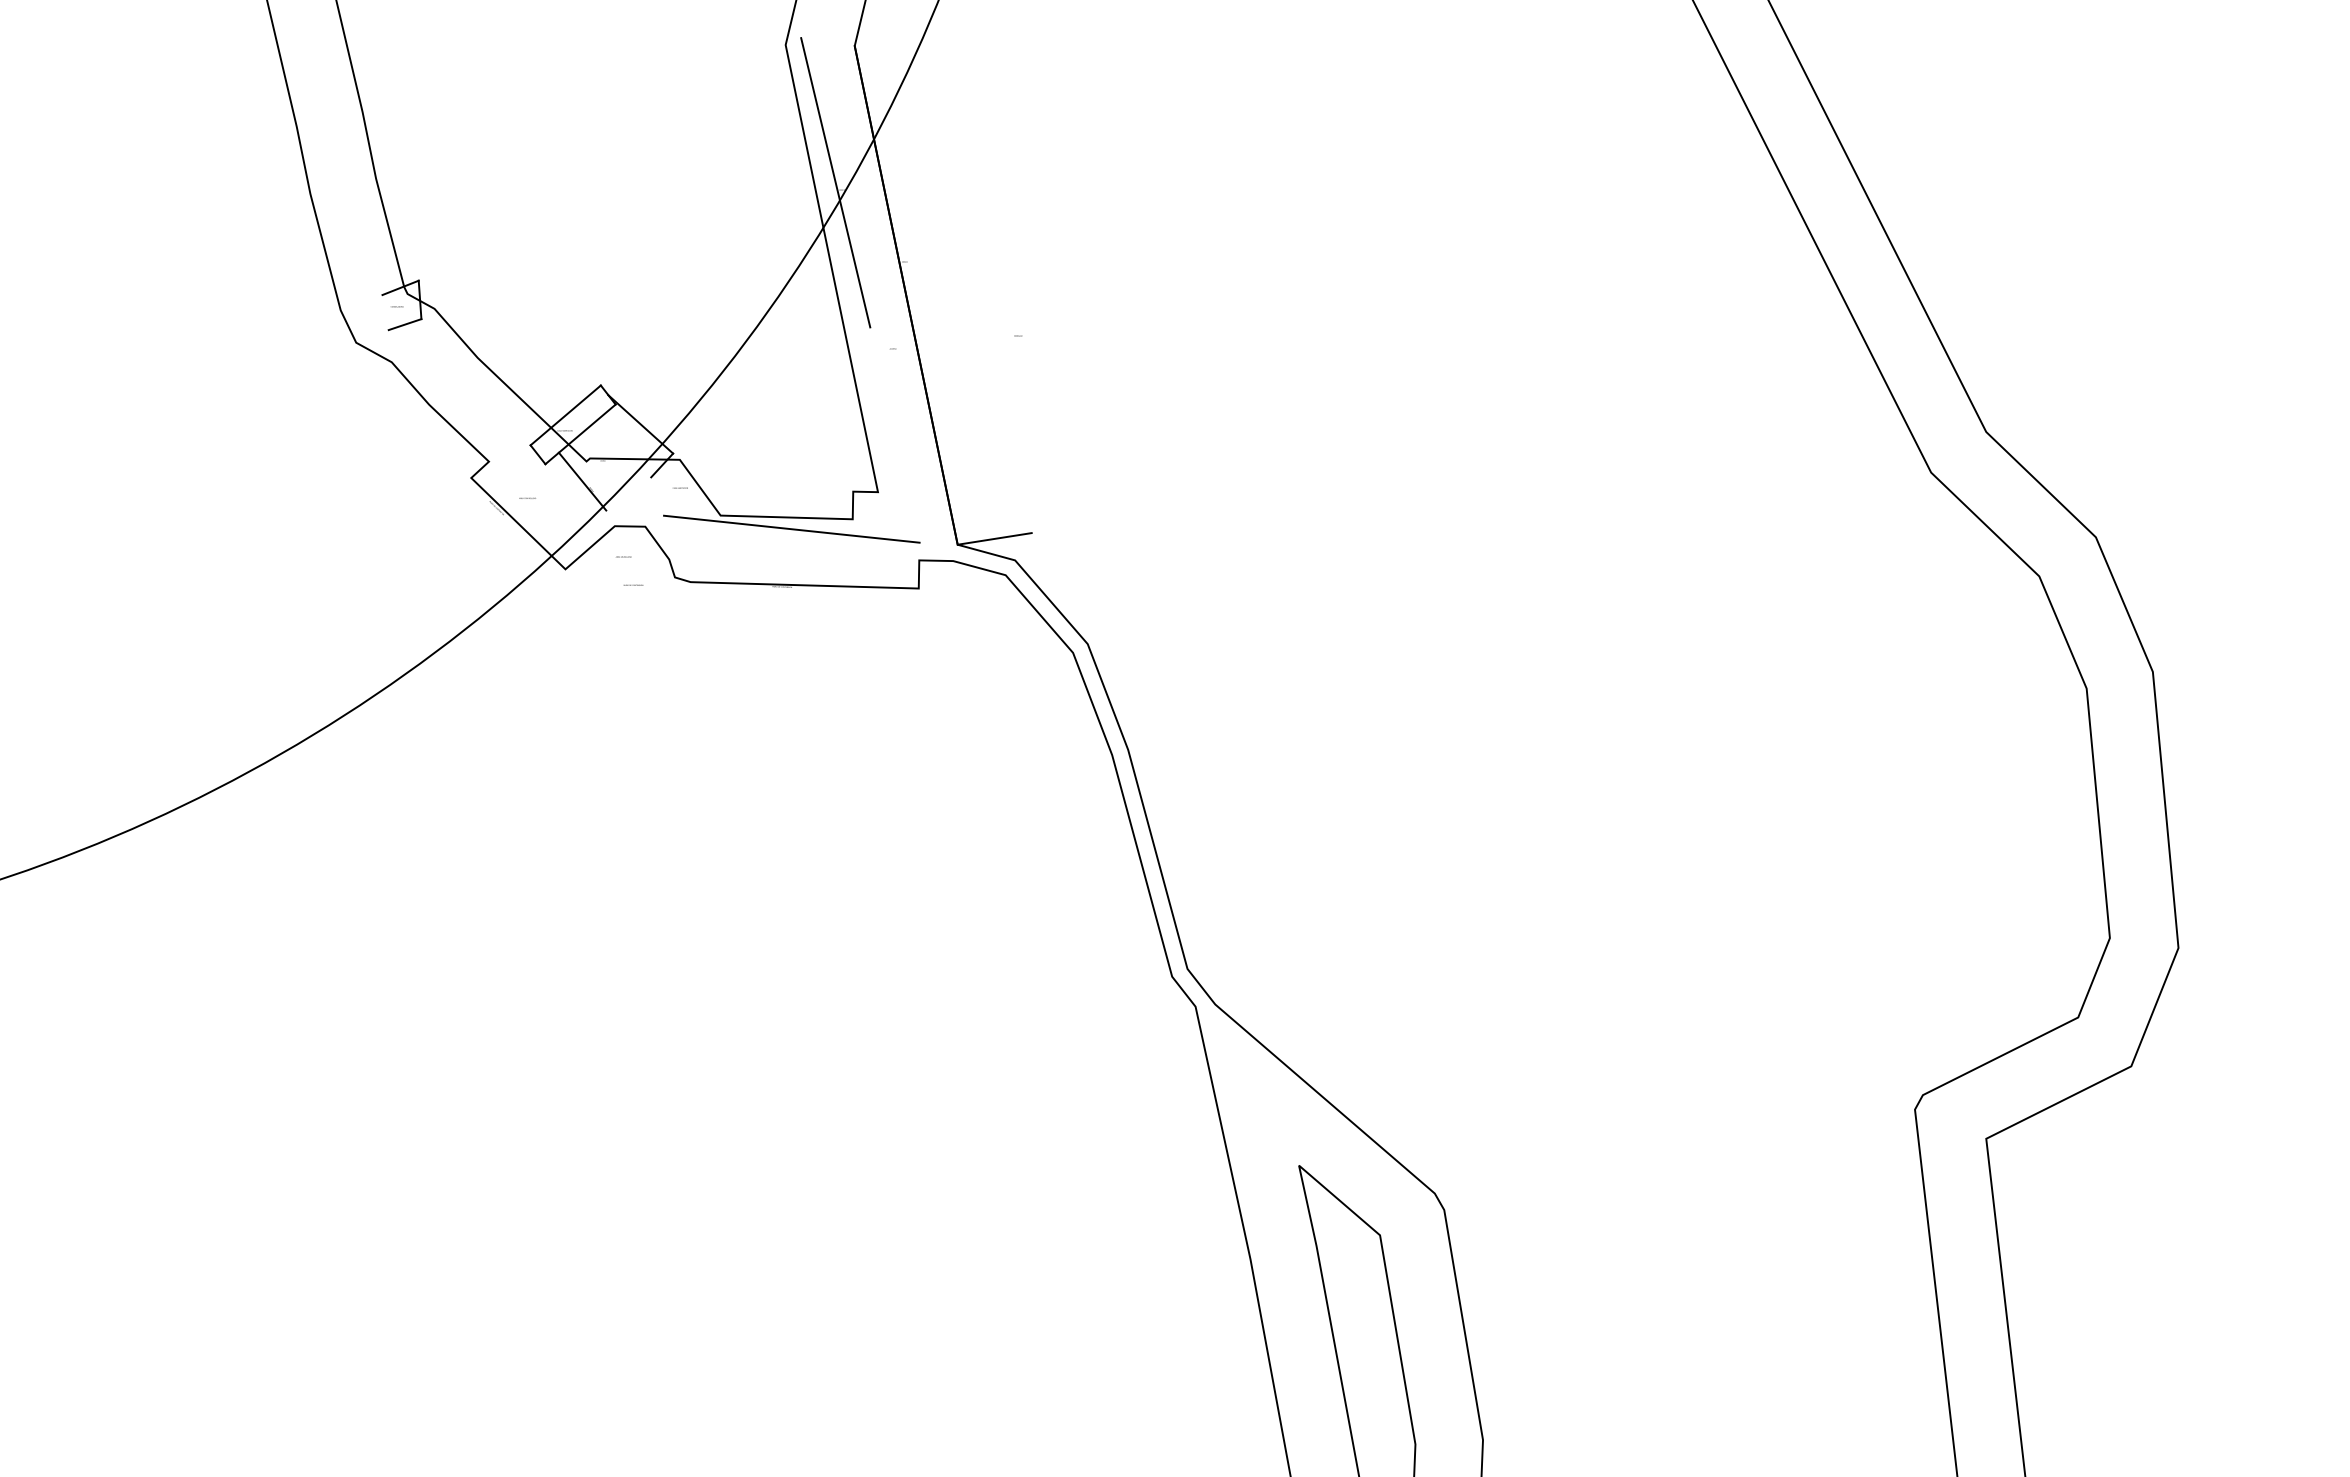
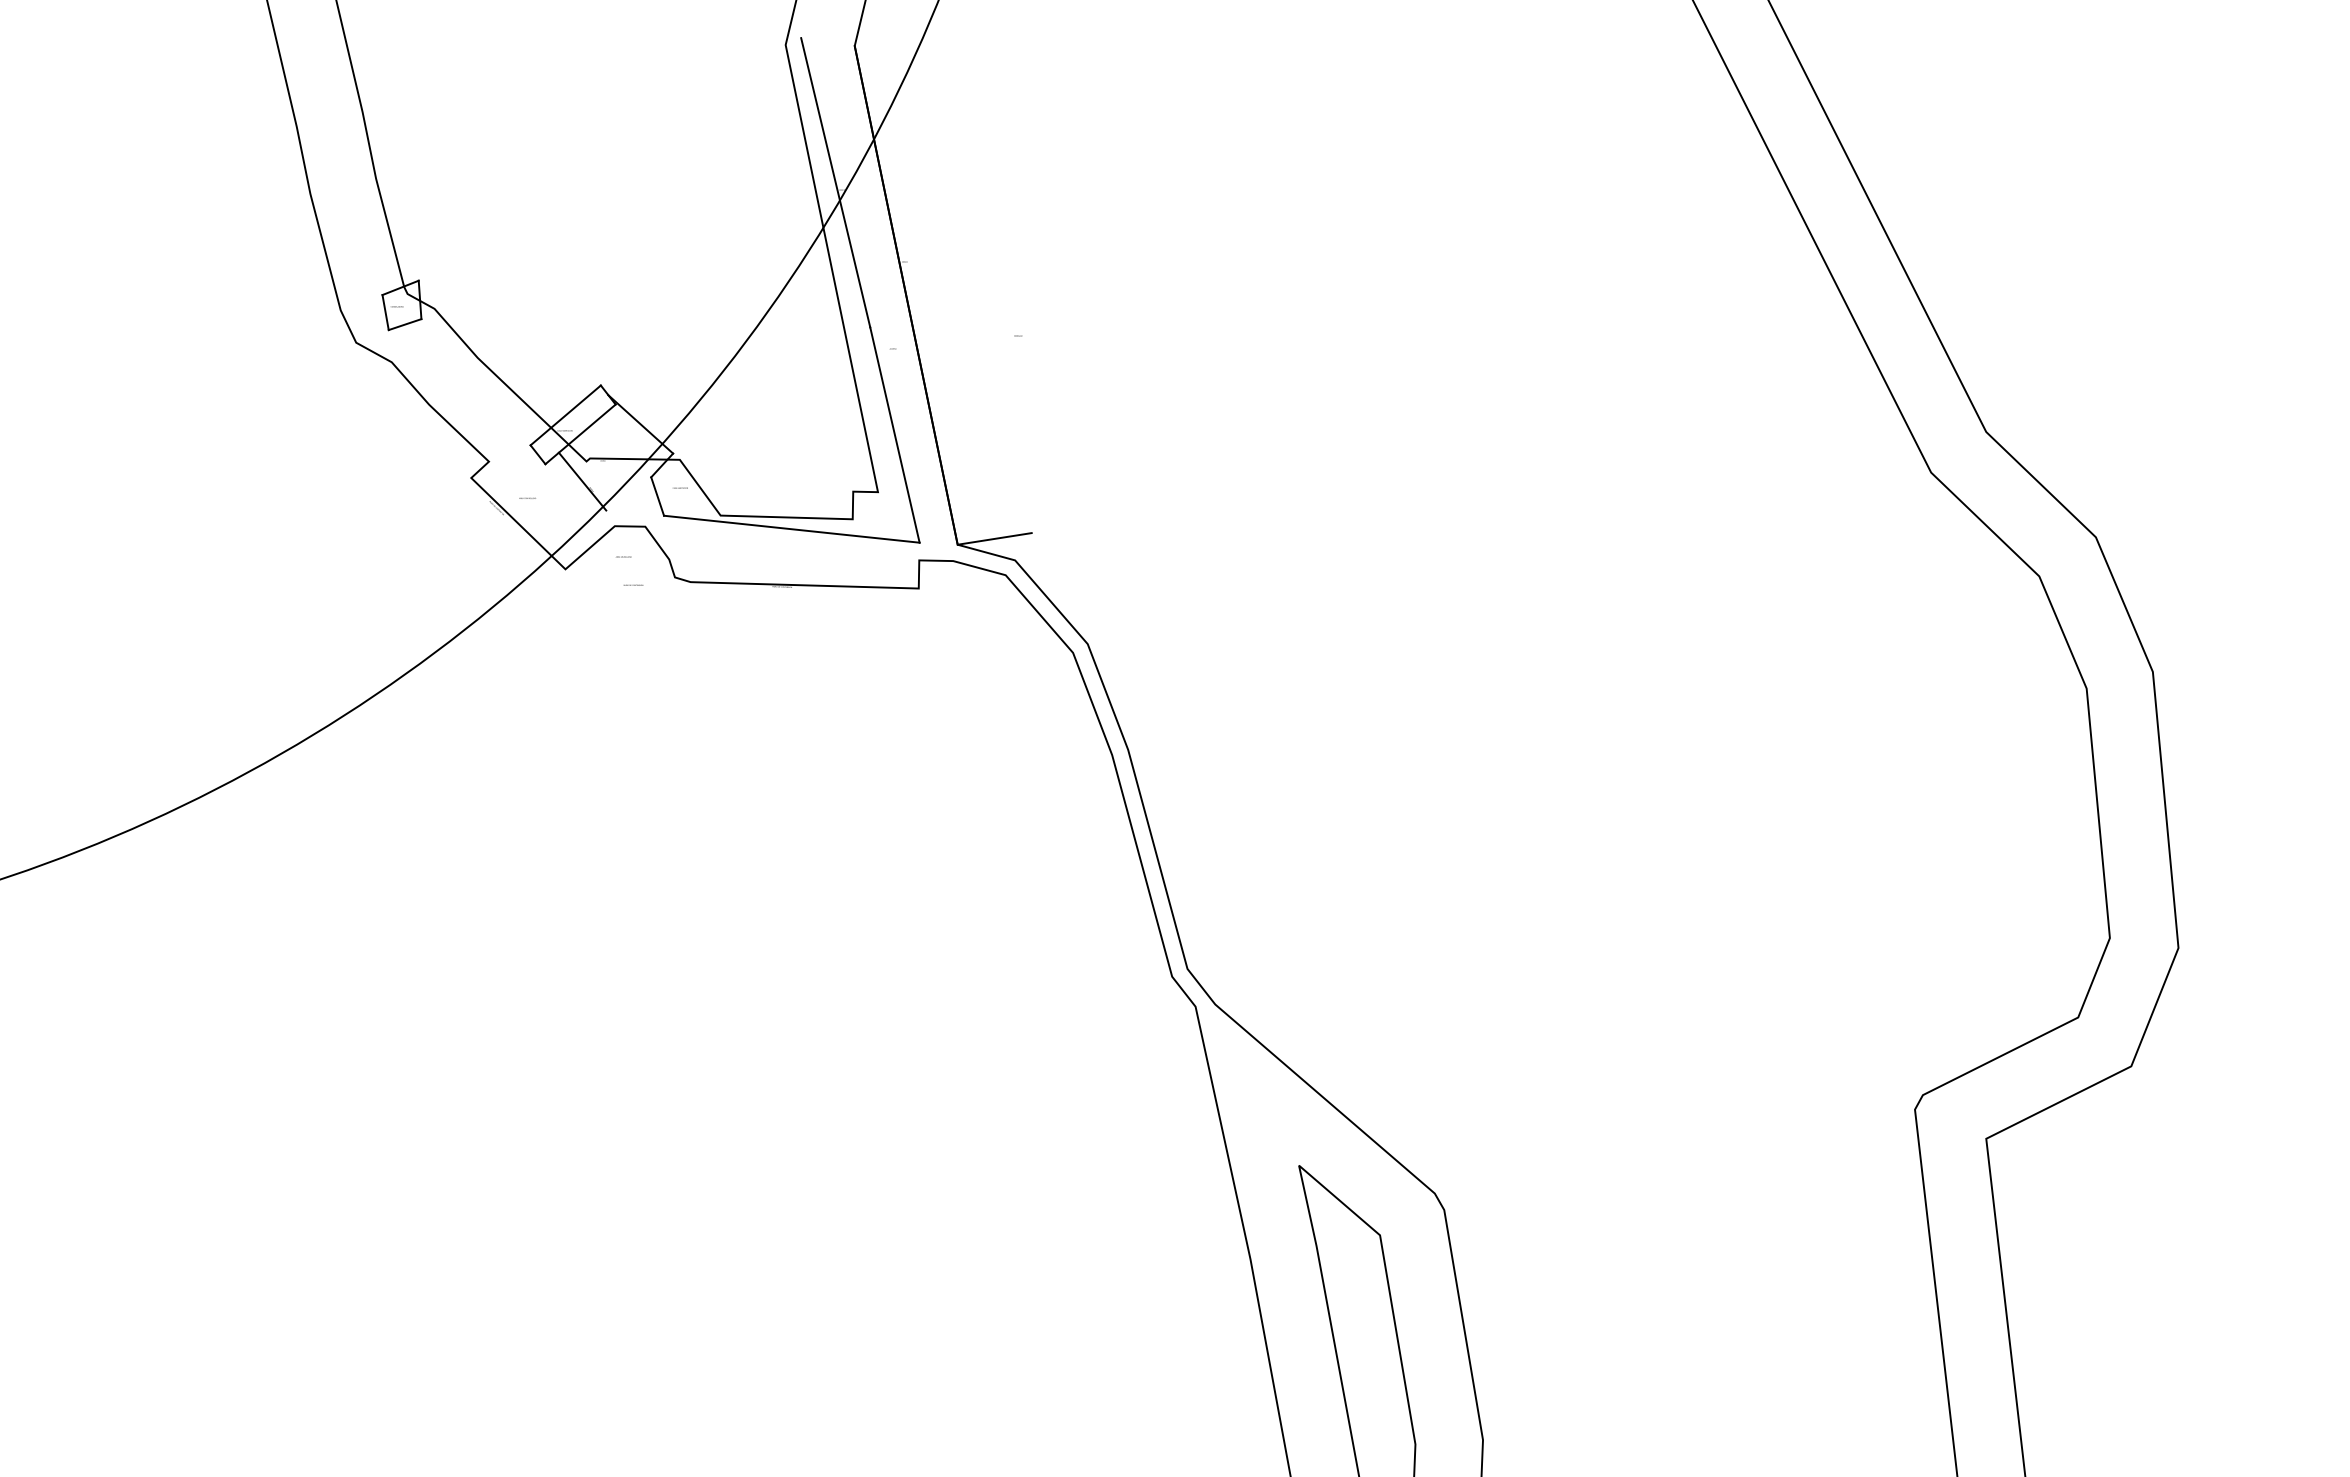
line at (385, 312): none -> present
line at (894, 434): none -> present
line at (657, 496): none -> present
